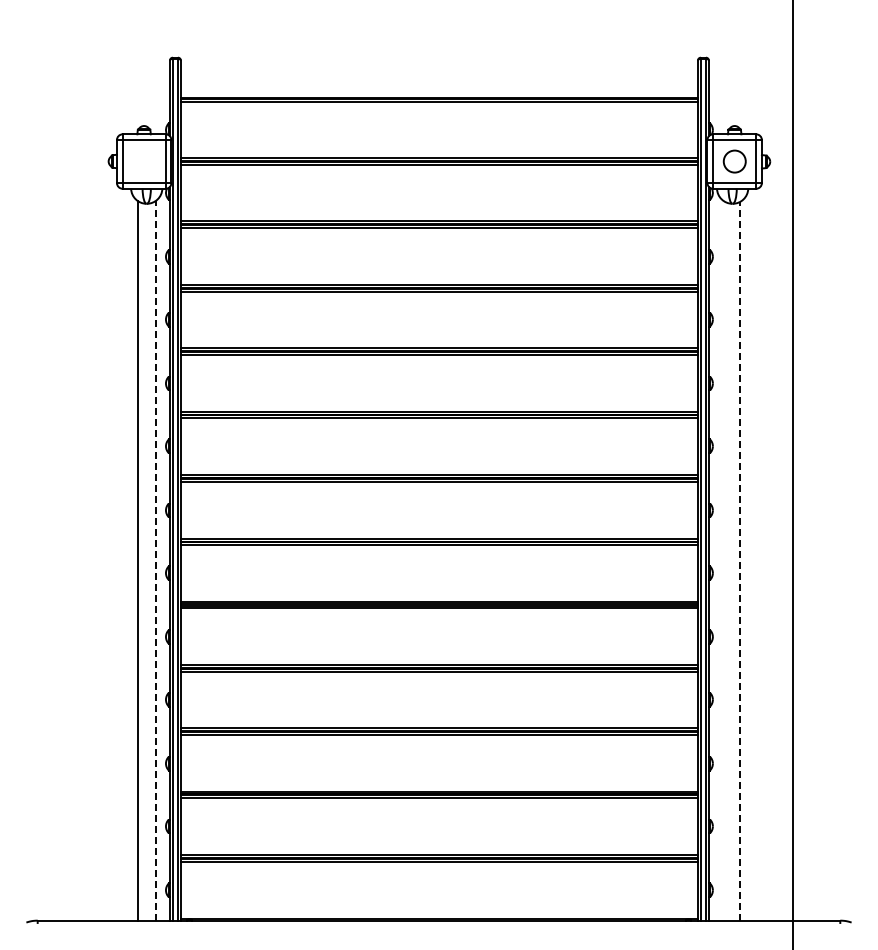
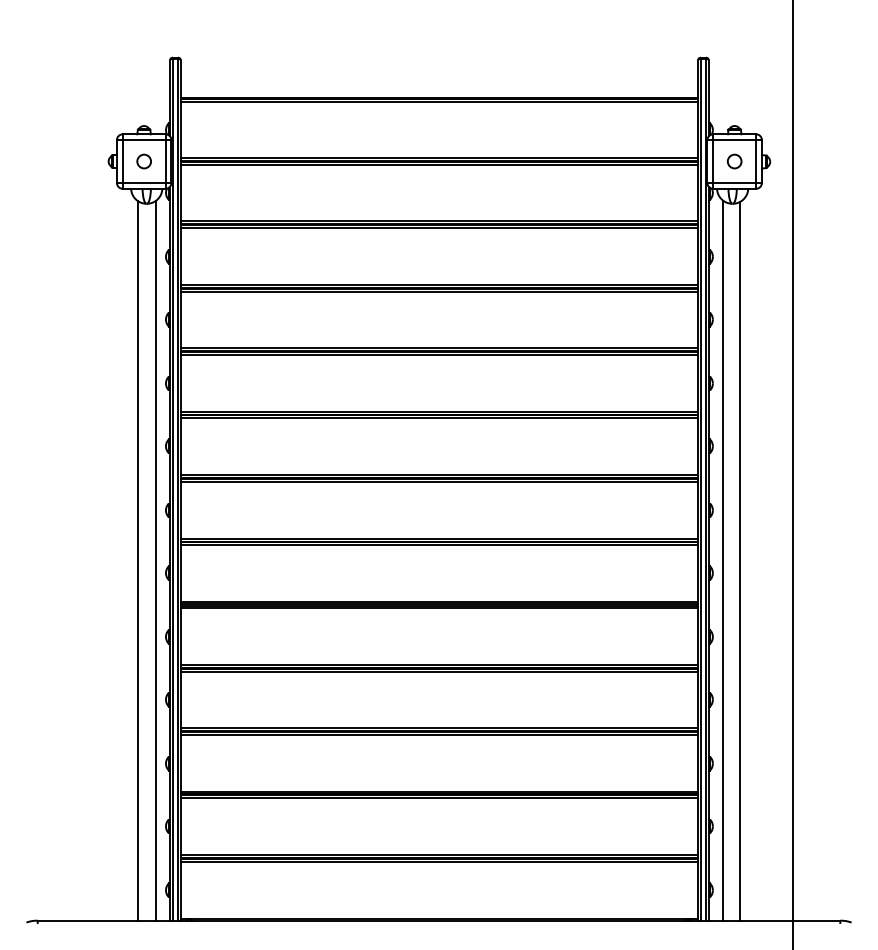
circle at (143, 161): none -> present
circle at (734, 161) size: 25x25 px -> 17x17 px
line at (155, 560): dashed -> solid
line at (723, 560): none -> present
line at (740, 560): dashed -> solid
